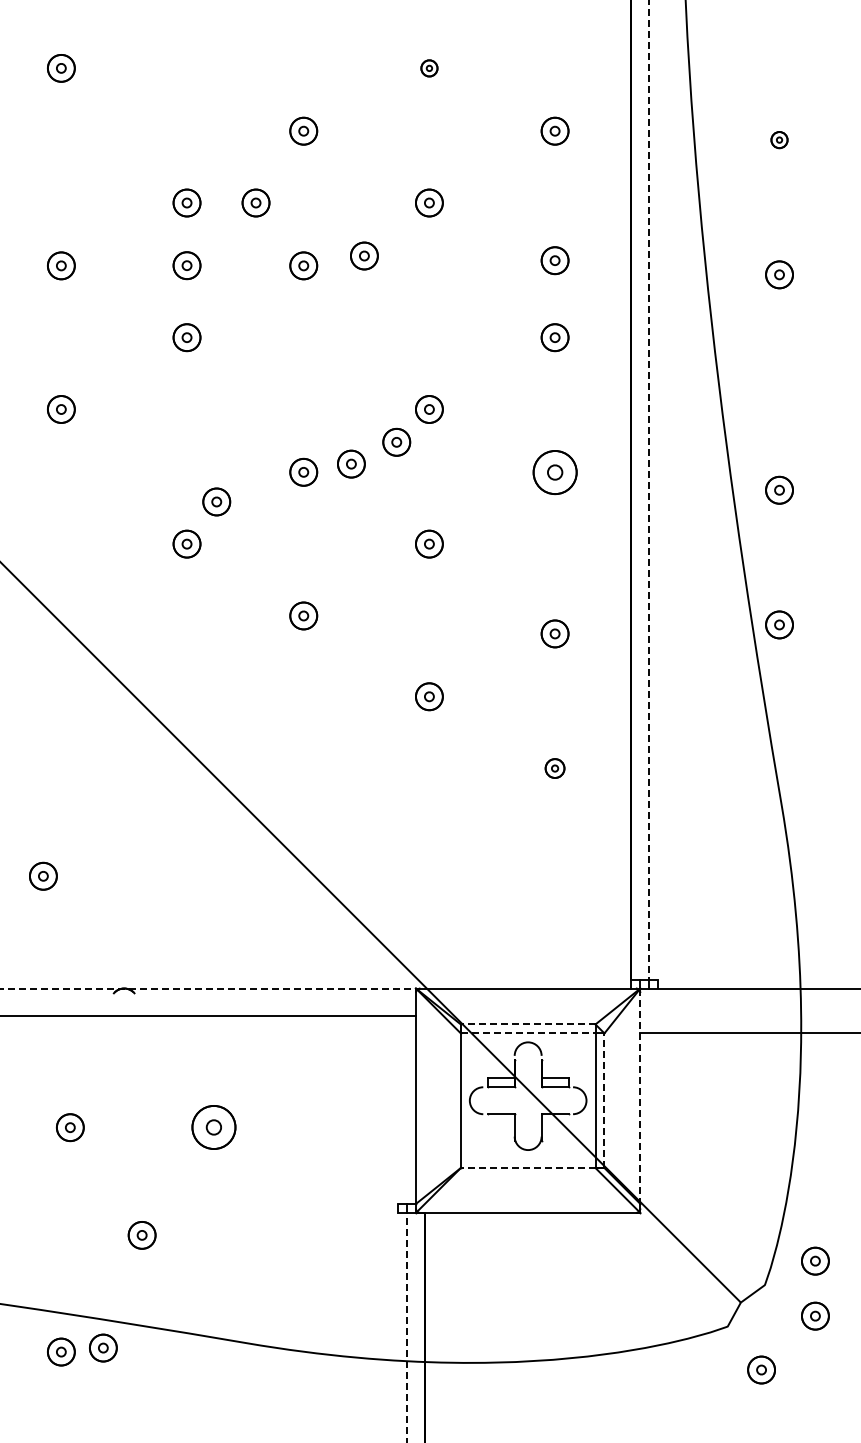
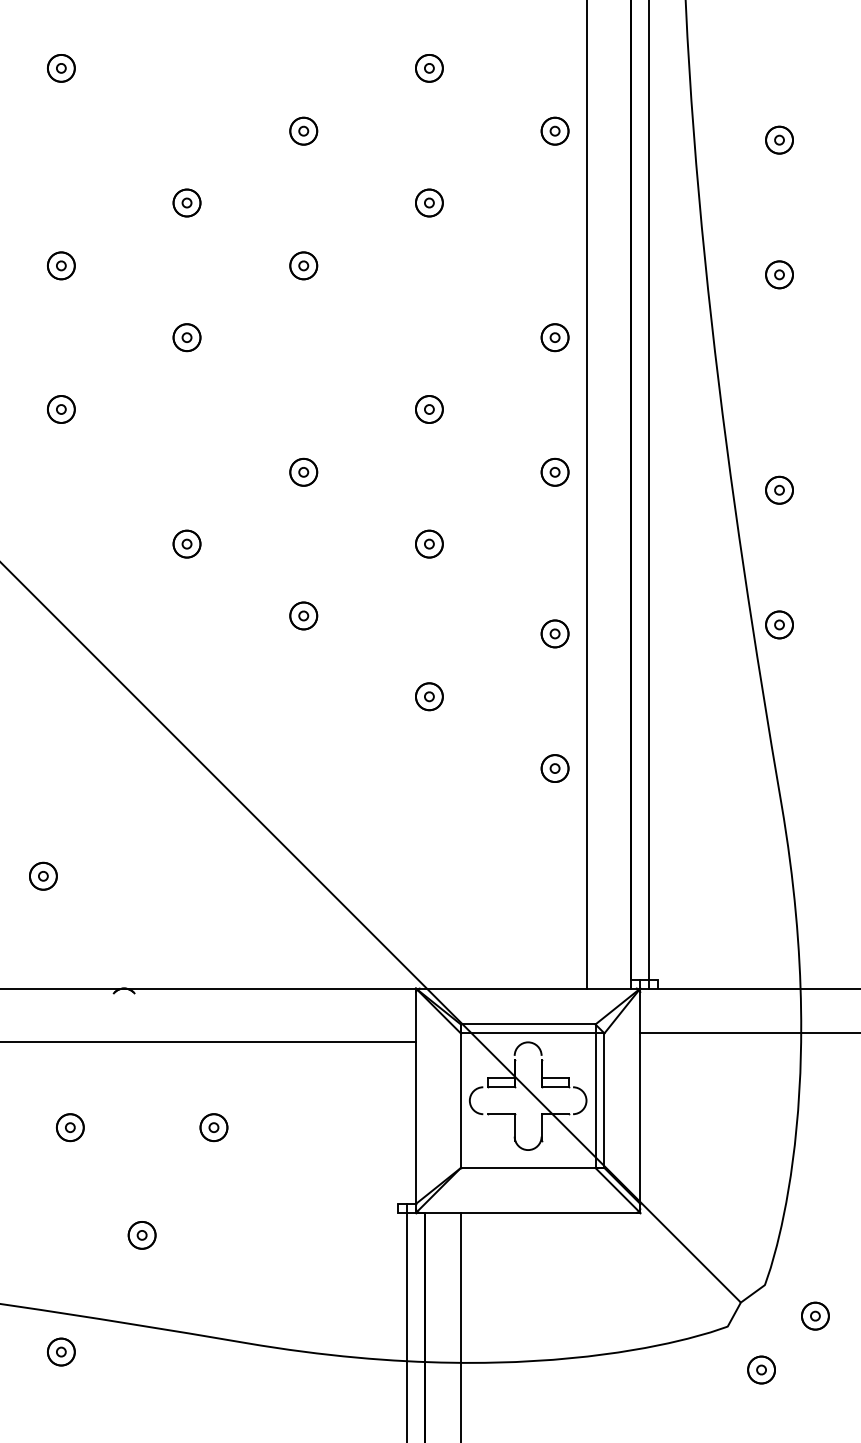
part at (429, 68) size: 19x19 px -> 29x29 px
part at (779, 140) size: 19x19 px -> 29x30 px
part at (255, 202): present -> none
part at (364, 255): present -> none
part at (554, 260): present -> none
part at (186, 265): present -> none
part at (396, 441): present -> none
part at (351, 463): present -> none
part at (554, 472) size: 46x46 px -> 30x30 px
line at (649, 490): dashed -> solid
line at (586, 495): none -> present
part at (216, 501): present -> none
part at (554, 768) size: 22x21 px -> 30x29 px
line at (208, 988): dashed -> solid
line at (208, 1016) position: (208, 1016) -> (208, 1042)
line at (527, 1024): dashed -> solid
line at (528, 1033): dashed -> solid
line at (640, 1096): dashed -> solid
line at (604, 1100): dashed -> solid
part at (213, 1127) size: 46x45 px -> 30x30 px
line at (527, 1168): dashed -> solid
part at (815, 1260): present -> none
line at (460, 1325): none -> present
line at (406, 1327): dashed -> solid
part at (103, 1347): present -> none
